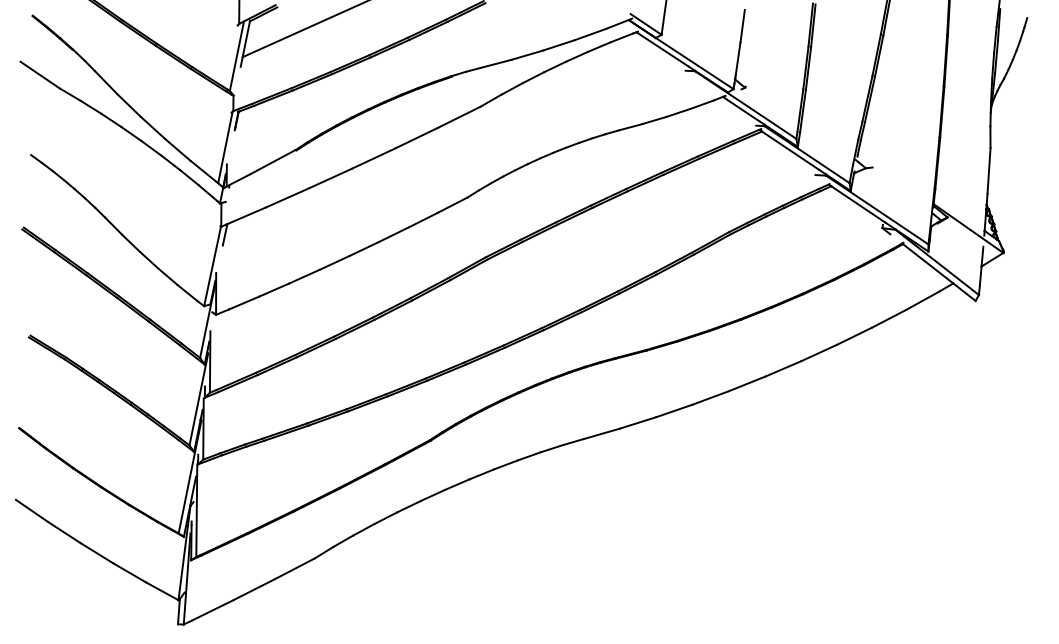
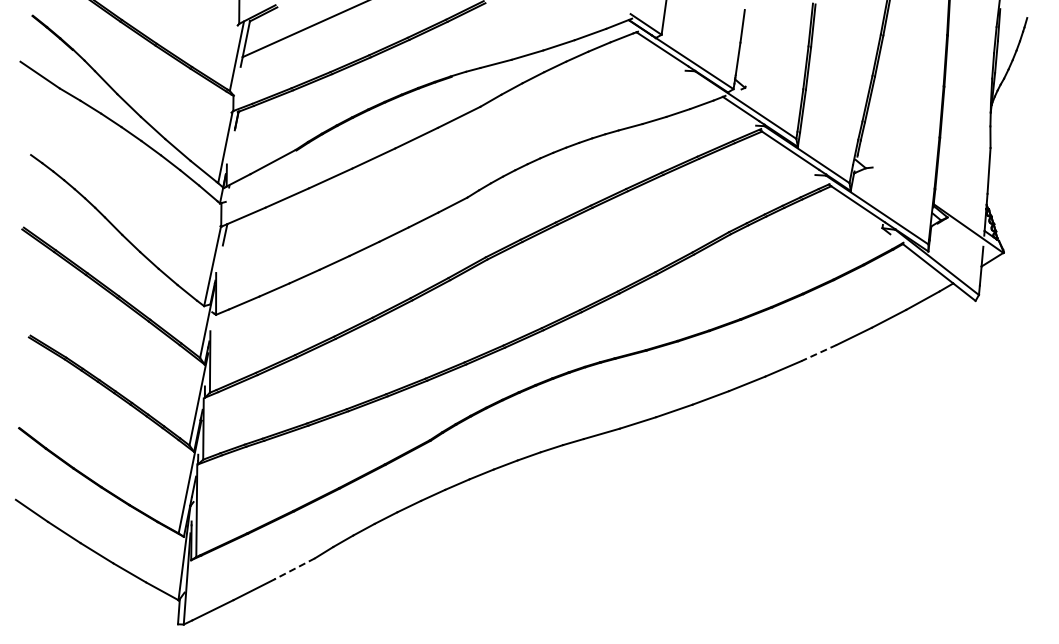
line at (819, 353): solid -> dashed
line at (294, 568): solid -> dashed
